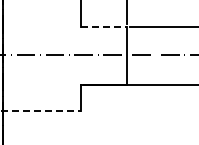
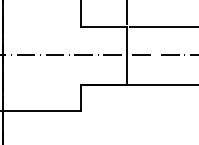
line at (104, 26): dashed -> solid
line at (41, 111): dashed -> solid
